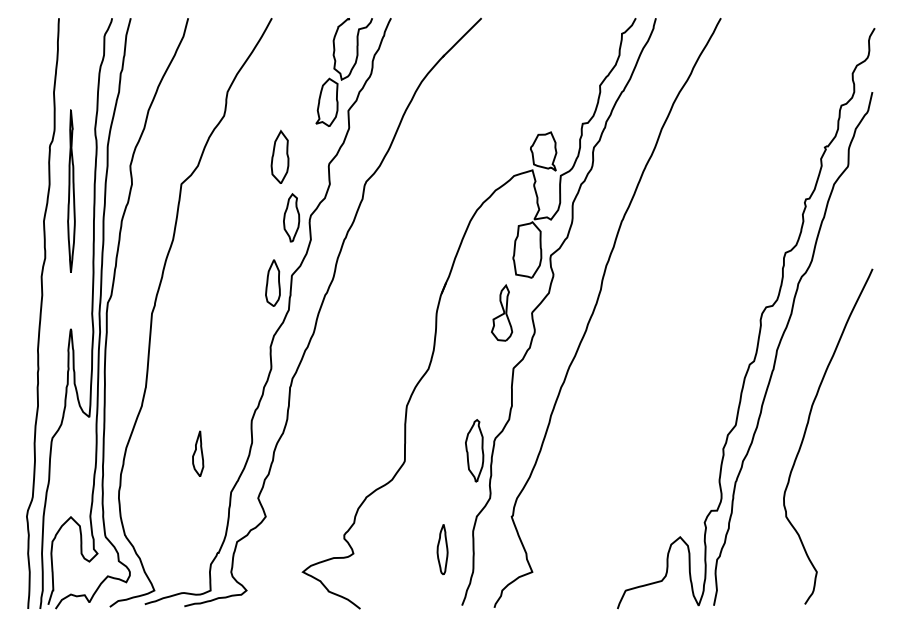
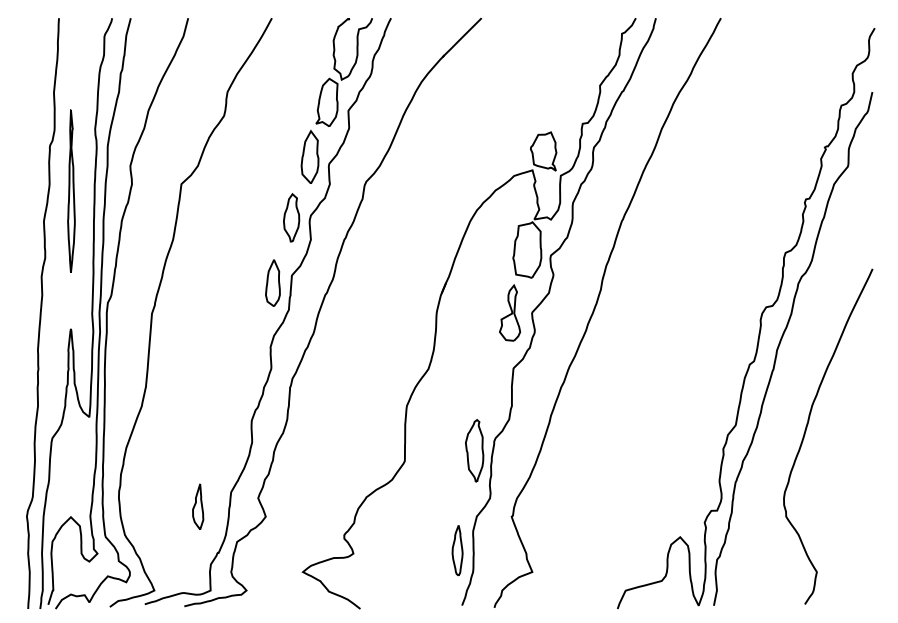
part at (279, 156) position: (279, 156) -> (309, 156)
part at (501, 312) position: (501, 312) -> (509, 312)
part at (198, 453) position: (198, 453) -> (198, 506)
part at (442, 549) position: (442, 549) -> (457, 550)
